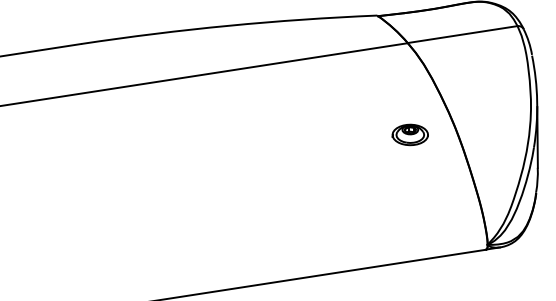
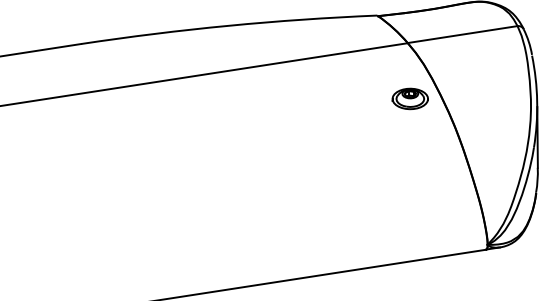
part at (409, 134) position: (409, 134) -> (409, 98)
